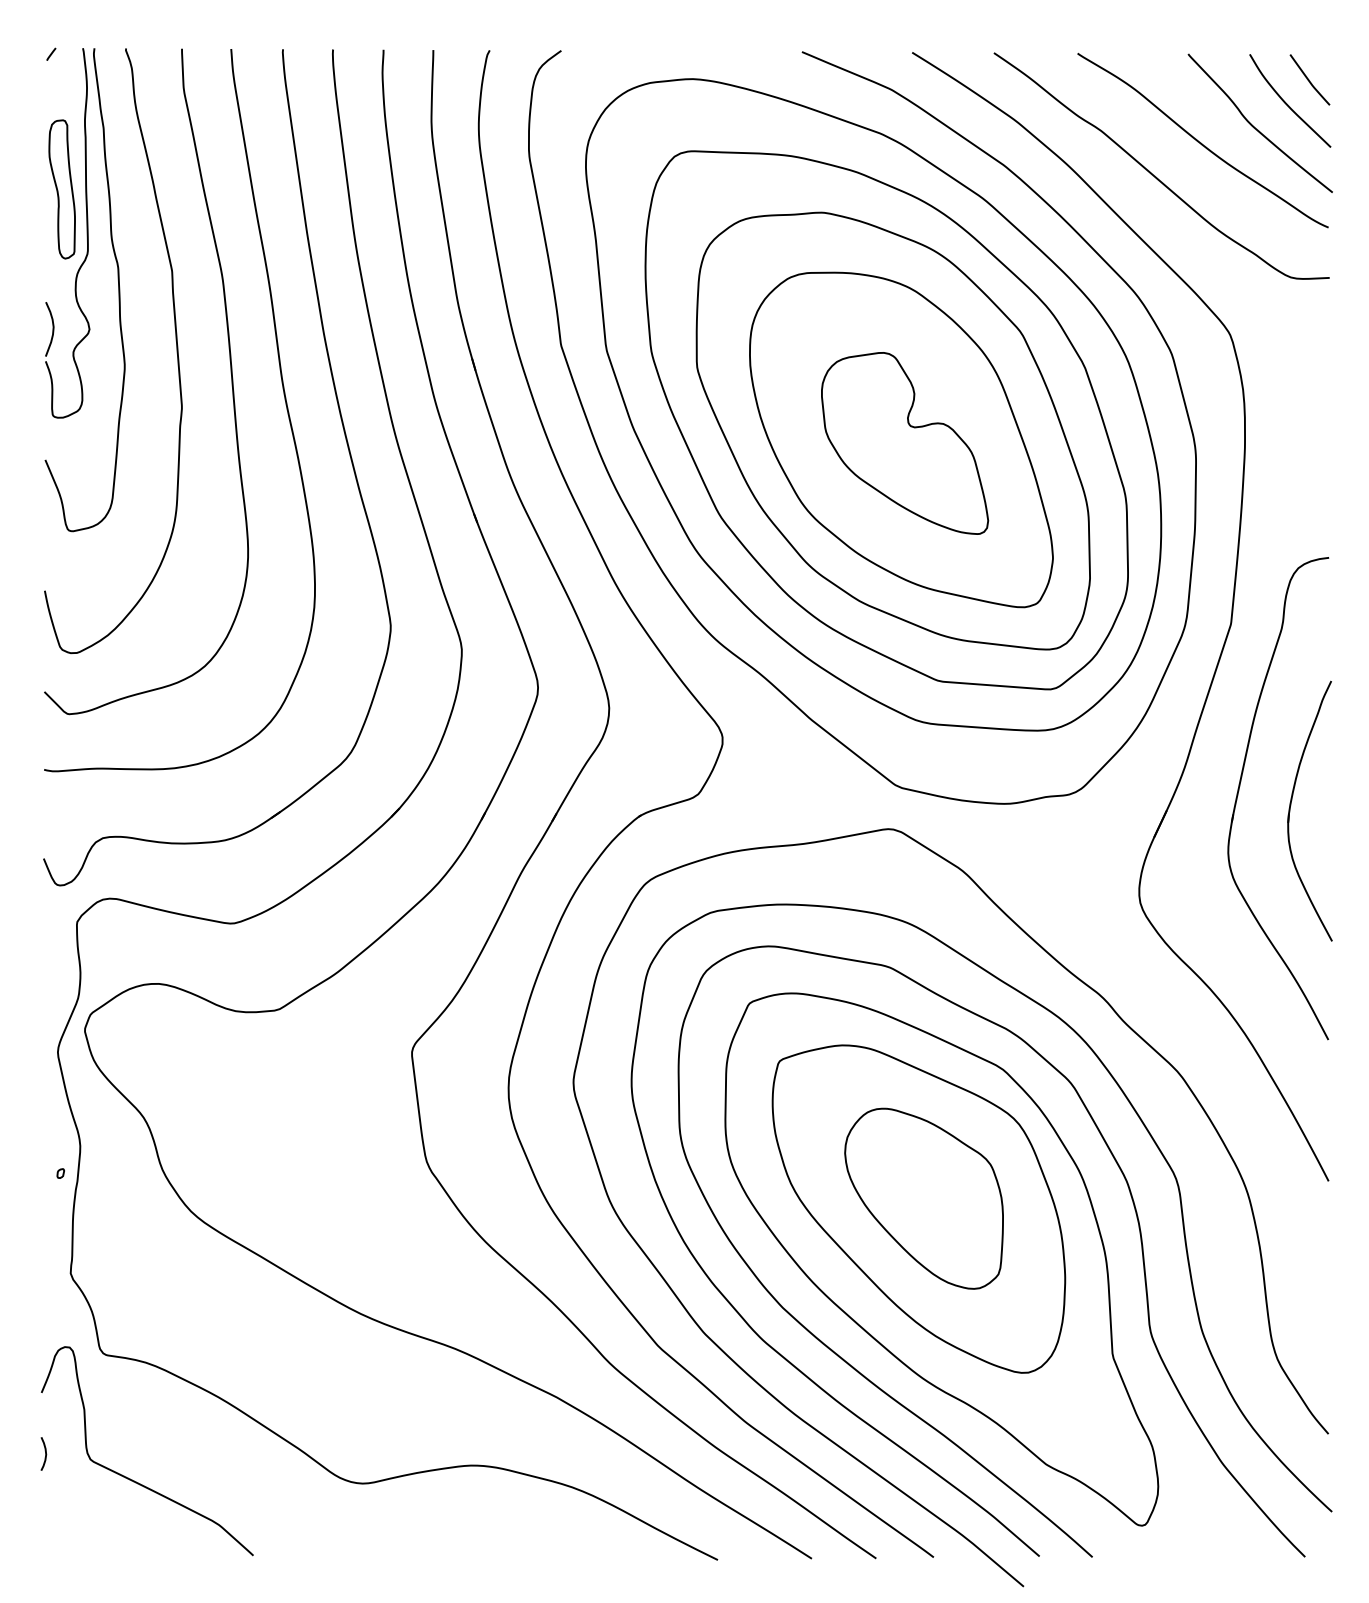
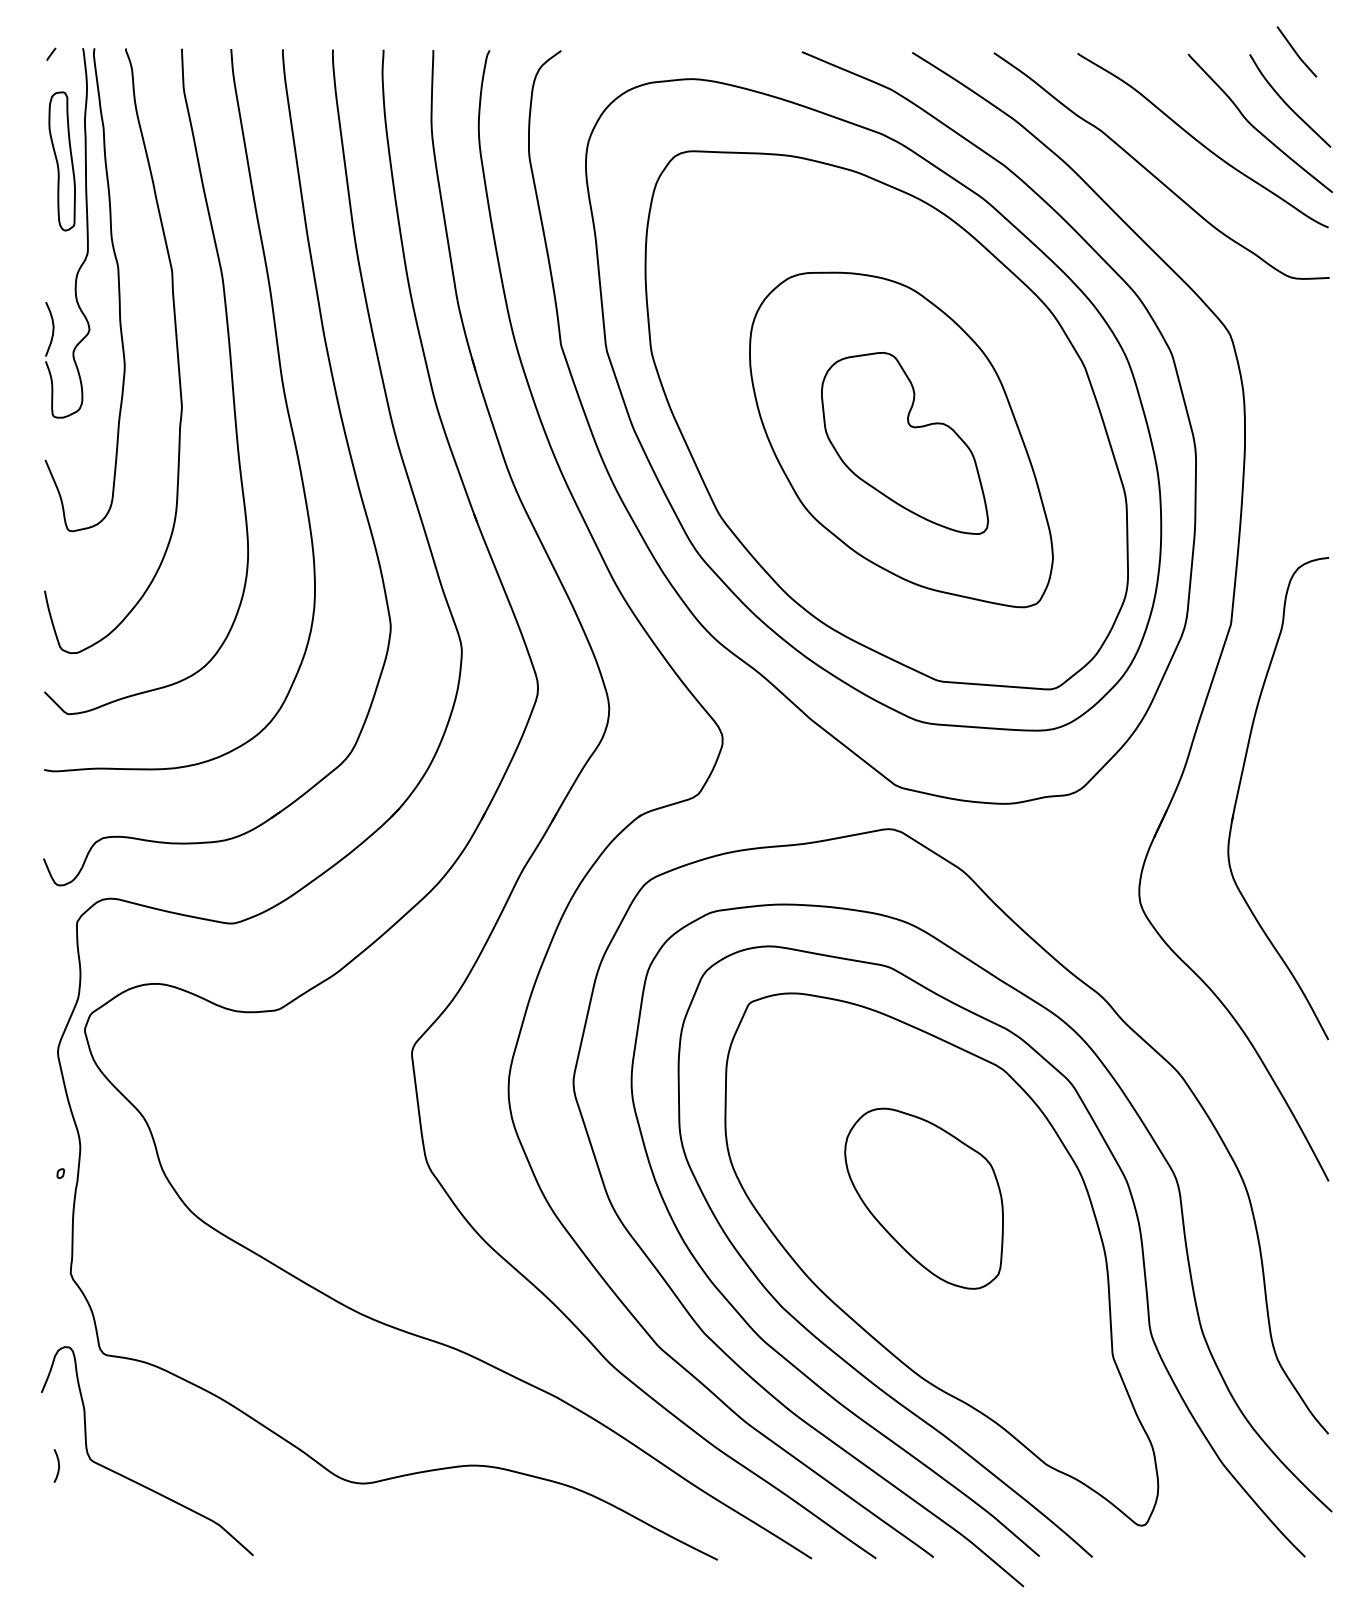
curve at (1309, 79) position: (1309, 79) -> (1296, 51)
part at (61, 189) position: (61, 189) -> (61, 161)
part at (892, 430): present -> none
part at (1291, 805): present -> none
part at (918, 1208): present -> none
curve at (45, 1453) position: (45, 1453) -> (58, 1465)
